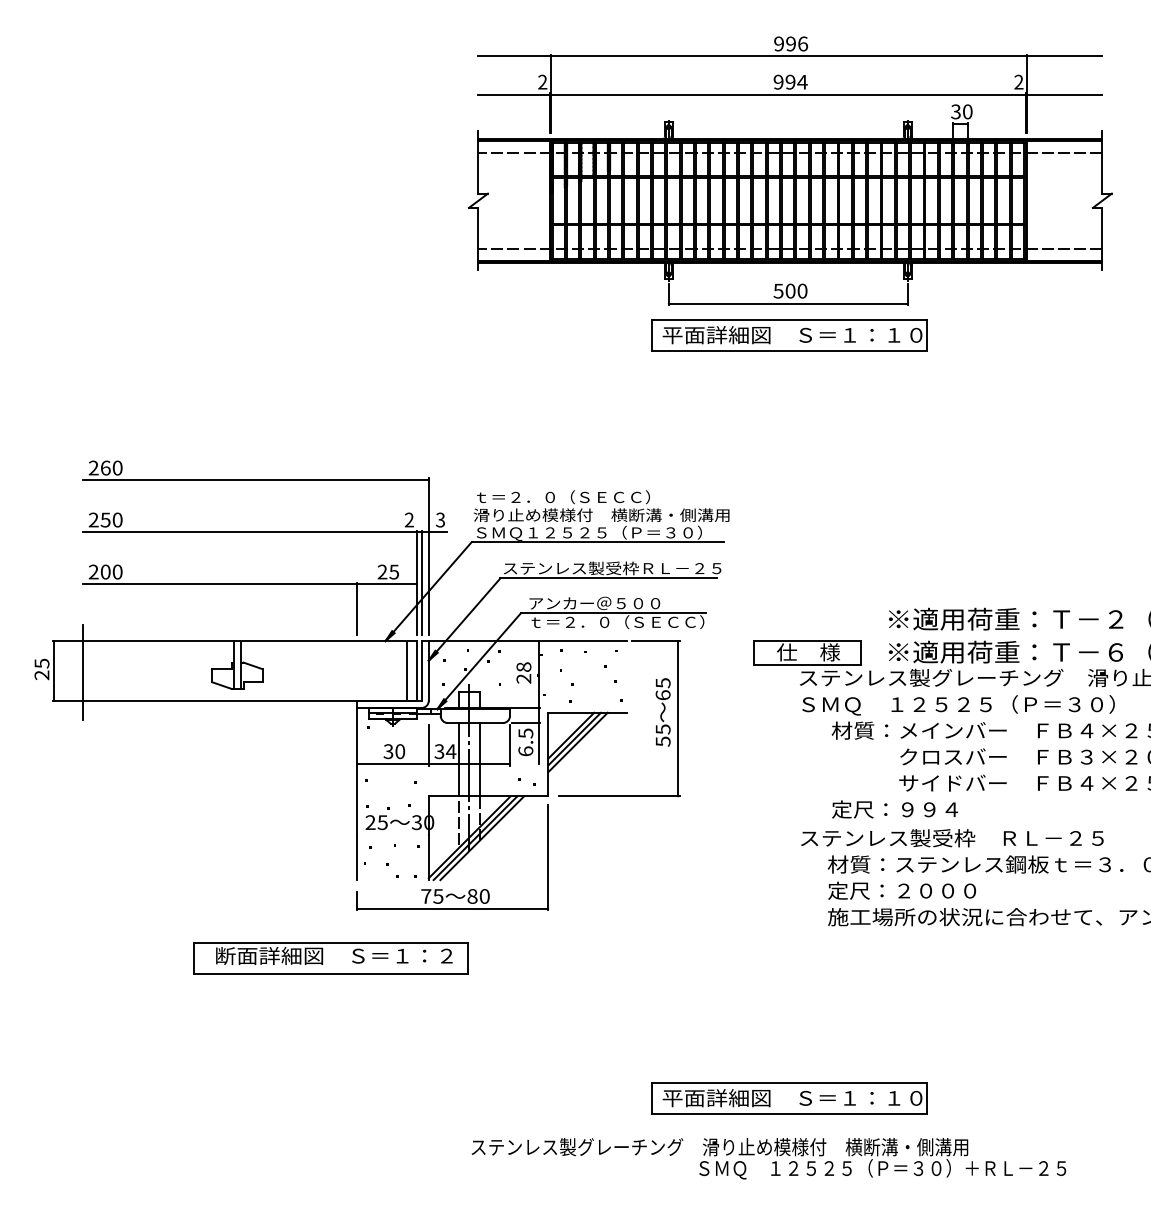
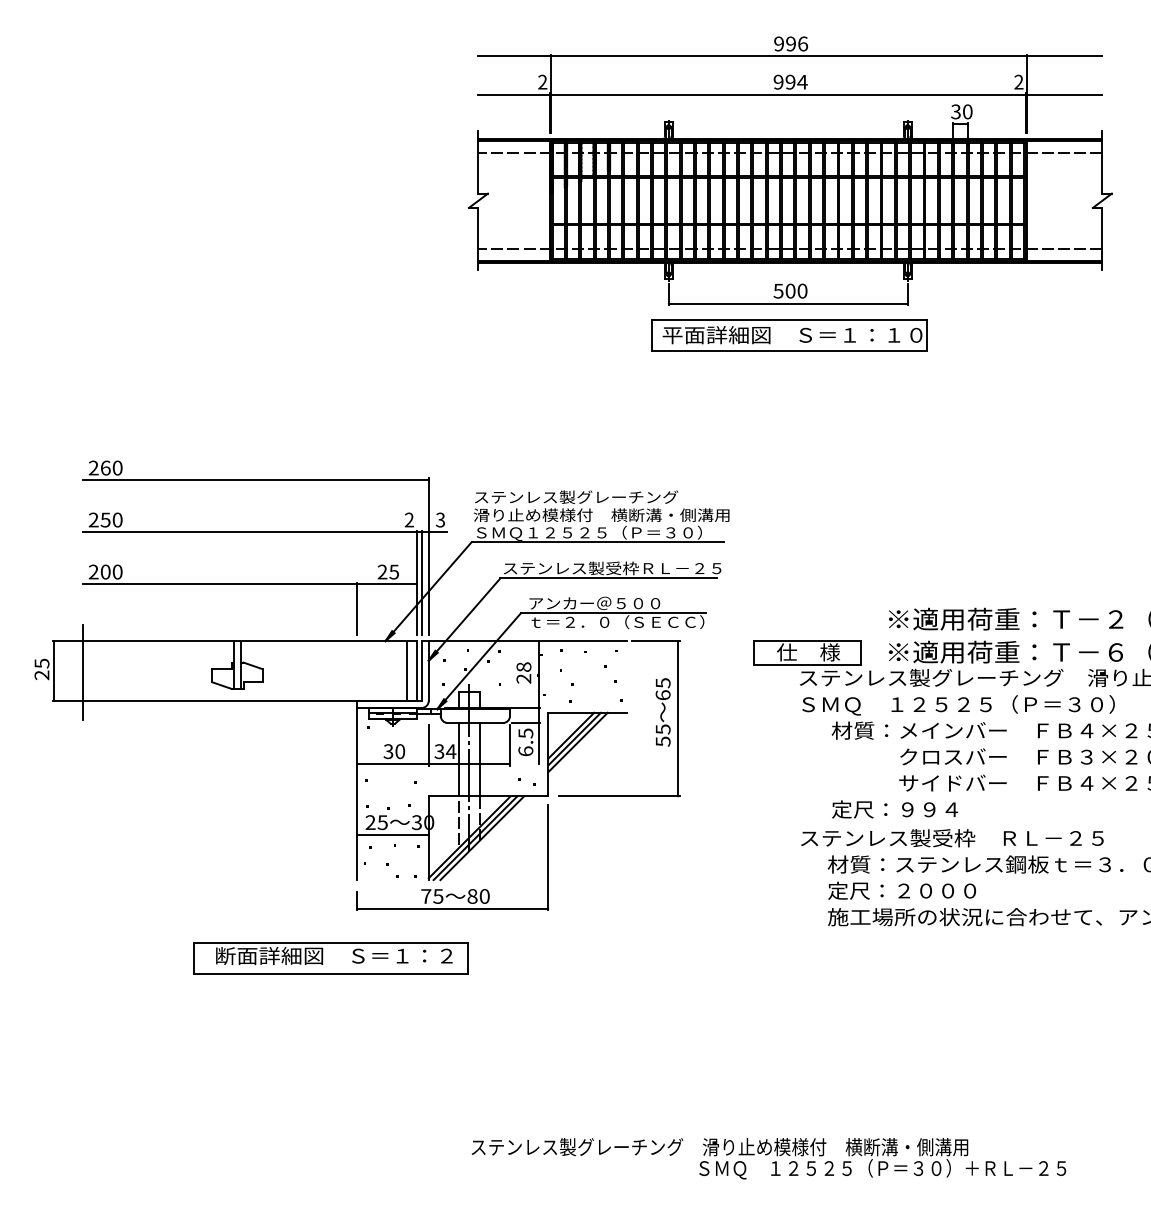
text at (576, 497): ｔ＝２．０（ＳＥＣＣ） -> ステンレス製グレーチング
line at (392, 835): none -> present
part at (789, 1098): present -> none
